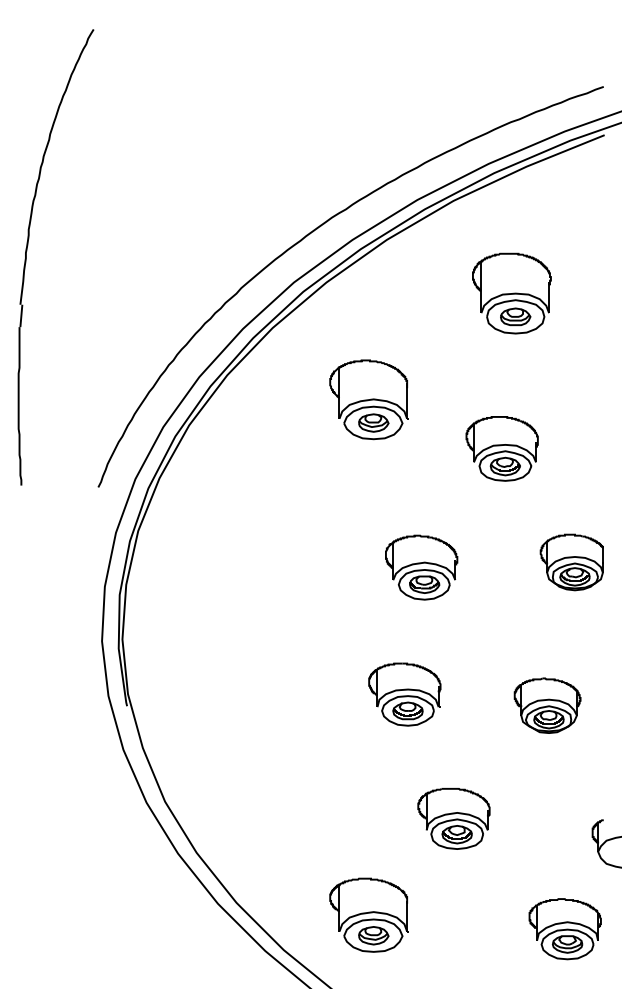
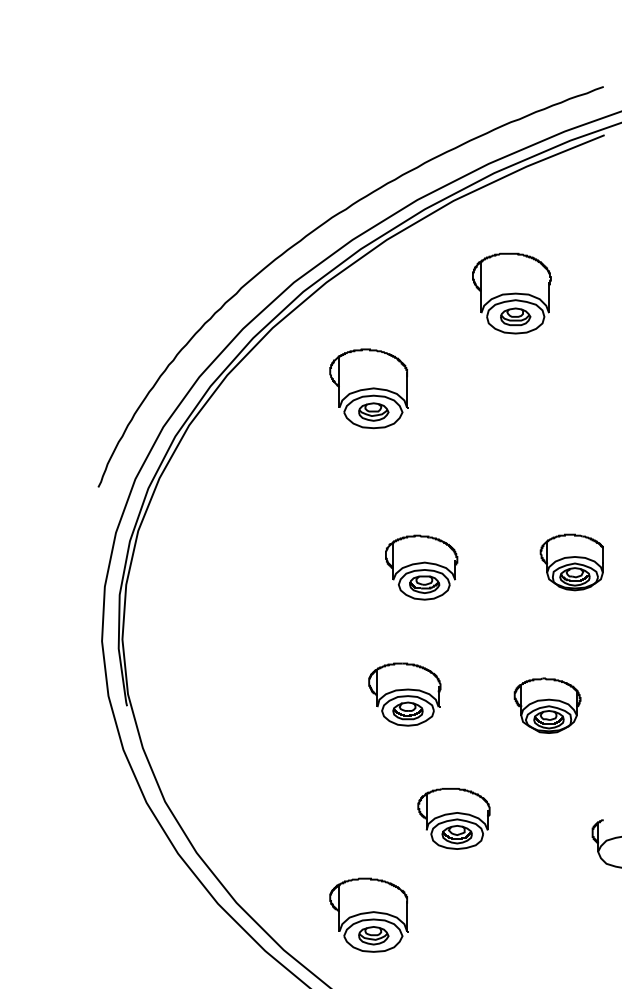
part at (27, 251): present -> none
part at (368, 399) position: (368, 399) -> (368, 388)
part at (501, 448): present -> none
part at (564, 929): present -> none
